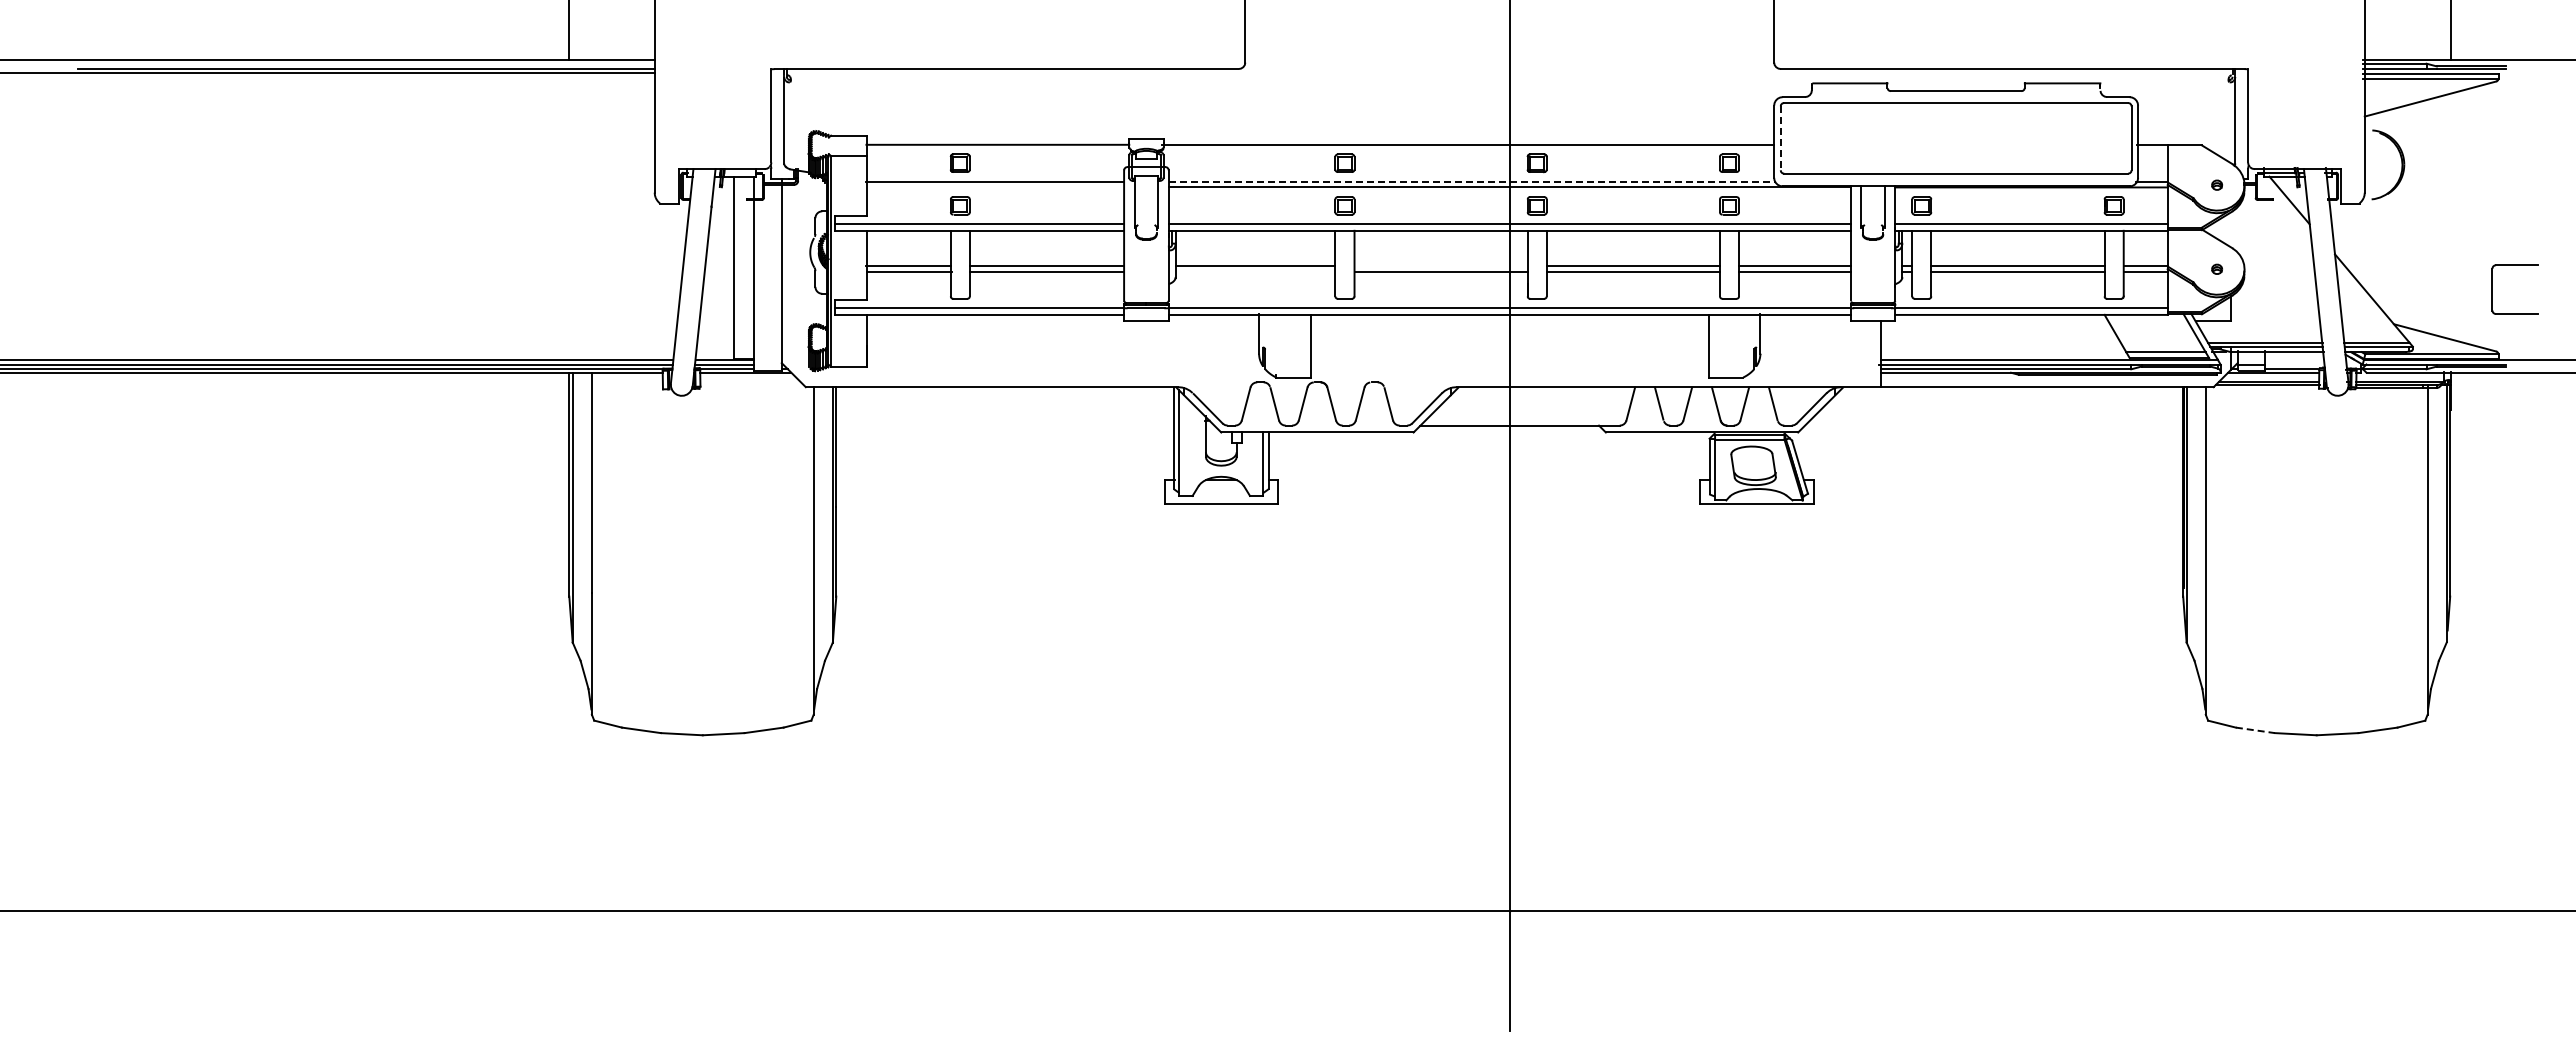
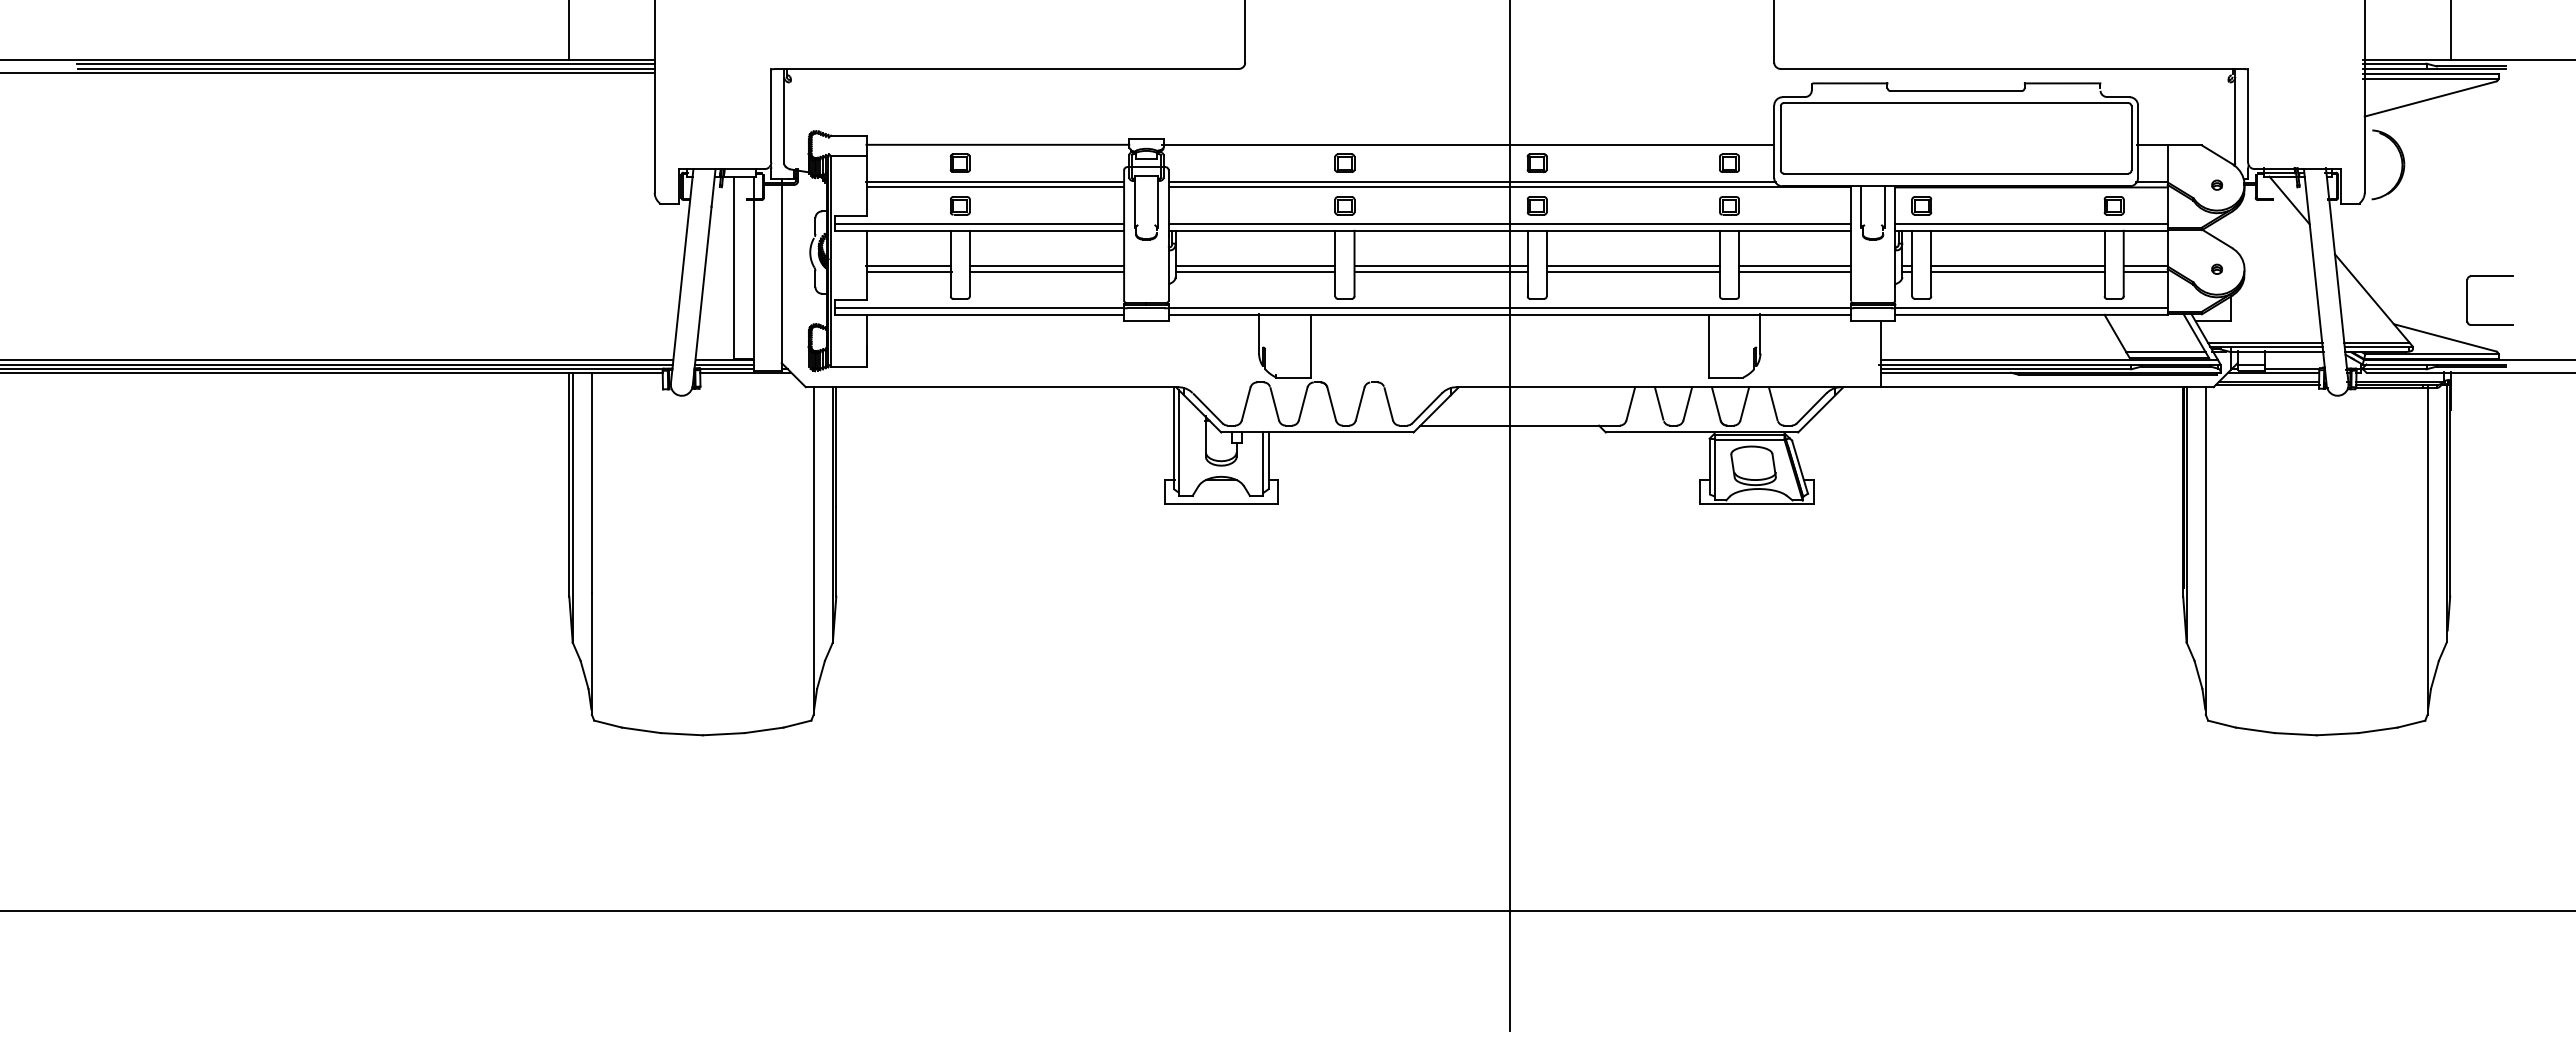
line at (365, 63): none -> present
line at (1780, 138): dashed -> solid
line at (1472, 181): dashed -> solid
line at (995, 187): none -> present
line at (1440, 265): none -> present
line at (1255, 271): none -> present
part at (2492, 289) position: (2492, 289) -> (2467, 300)
line at (2255, 730): dashed -> solid
